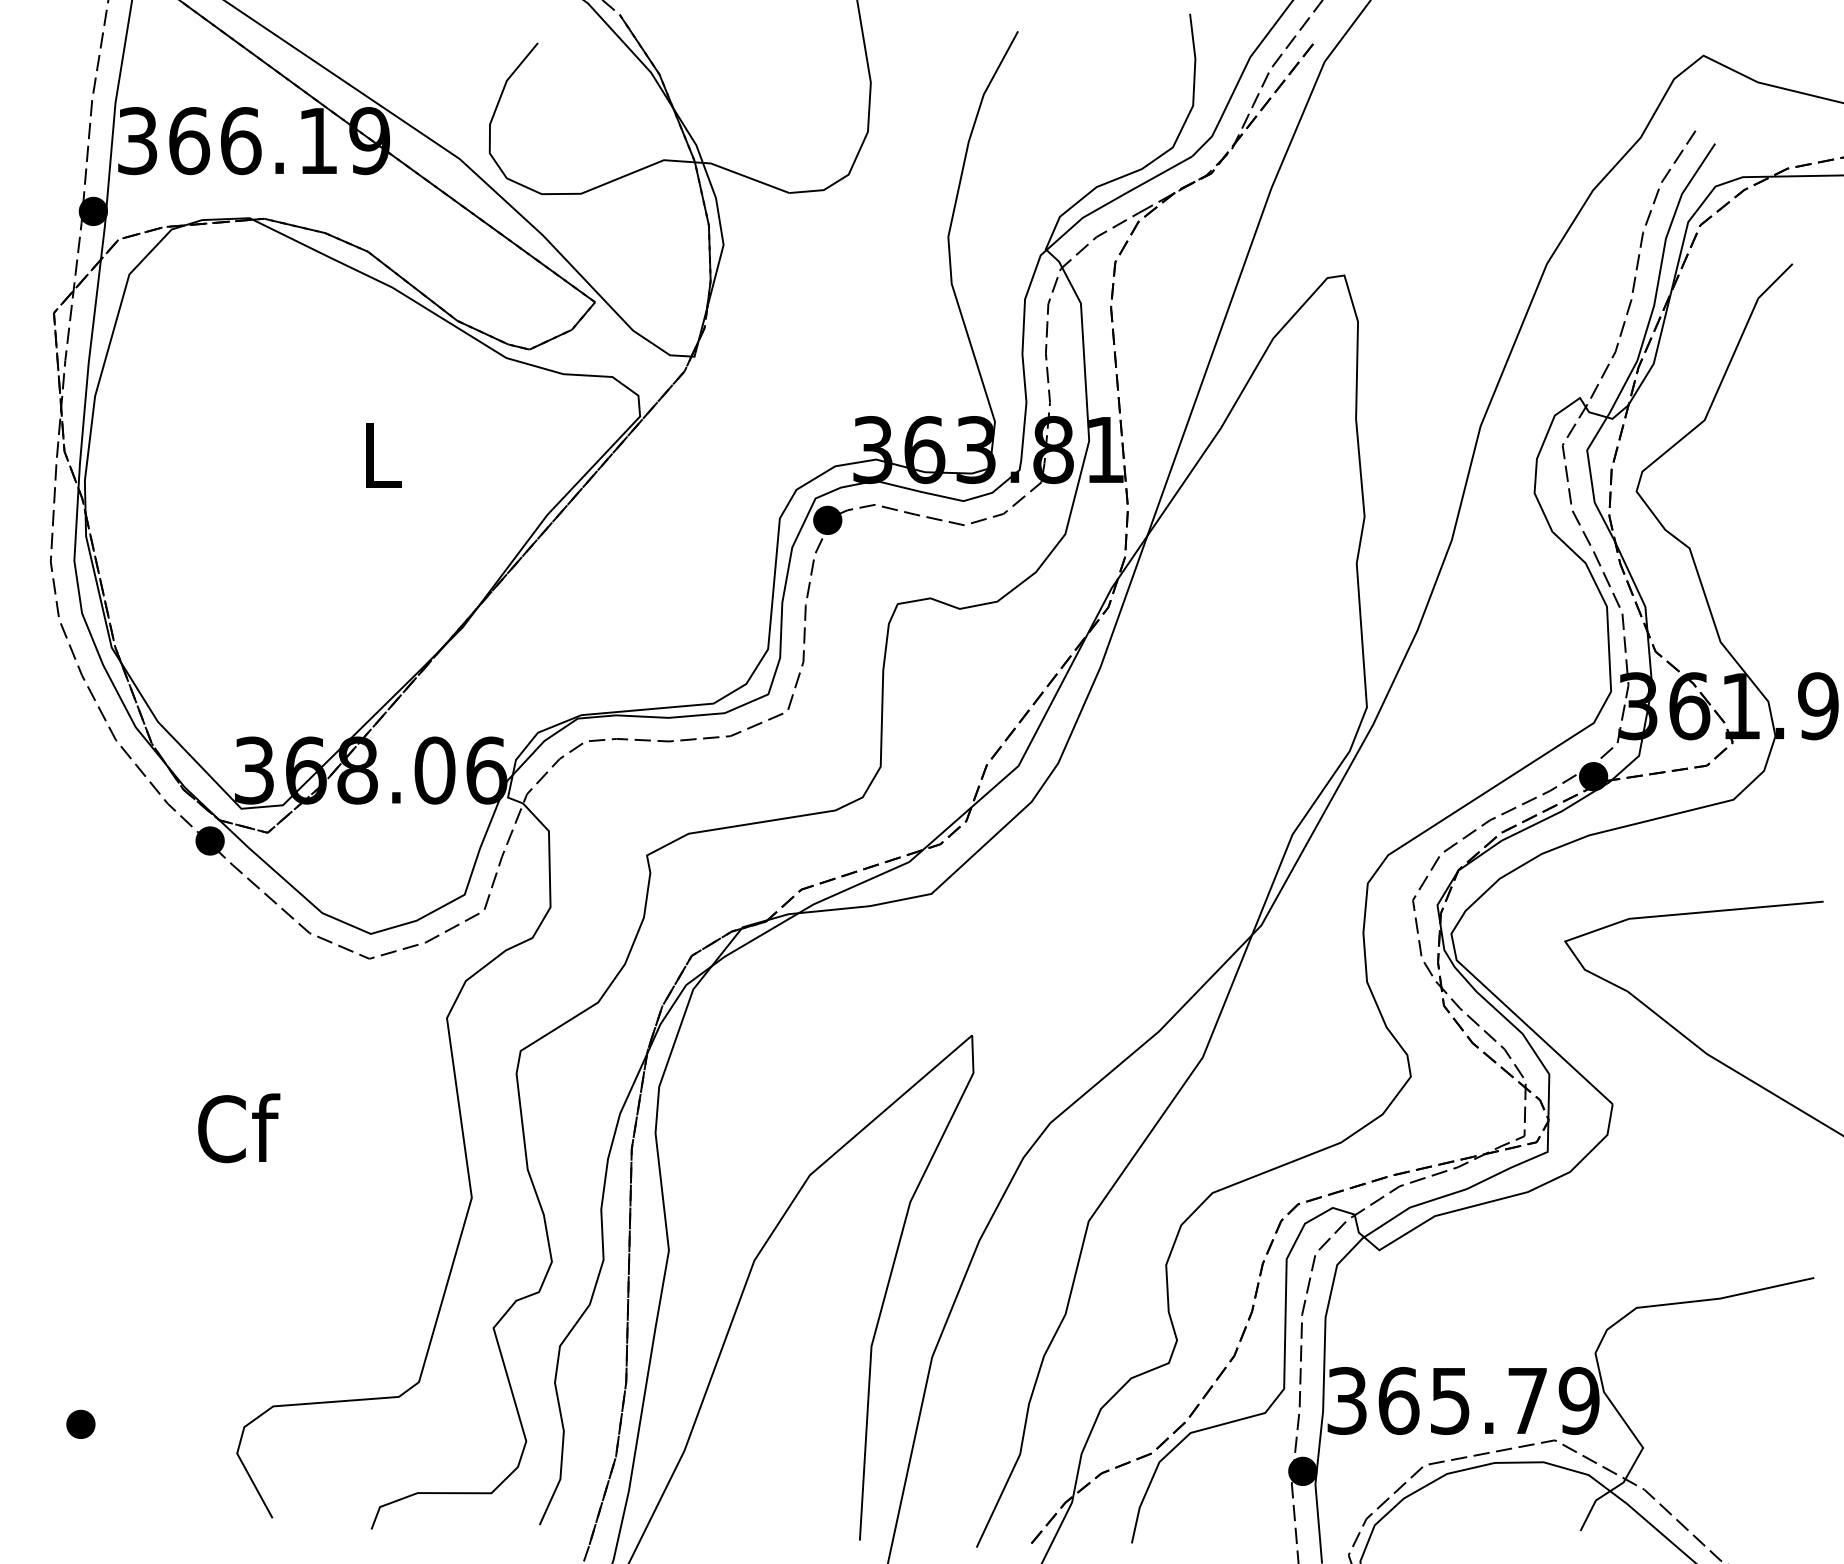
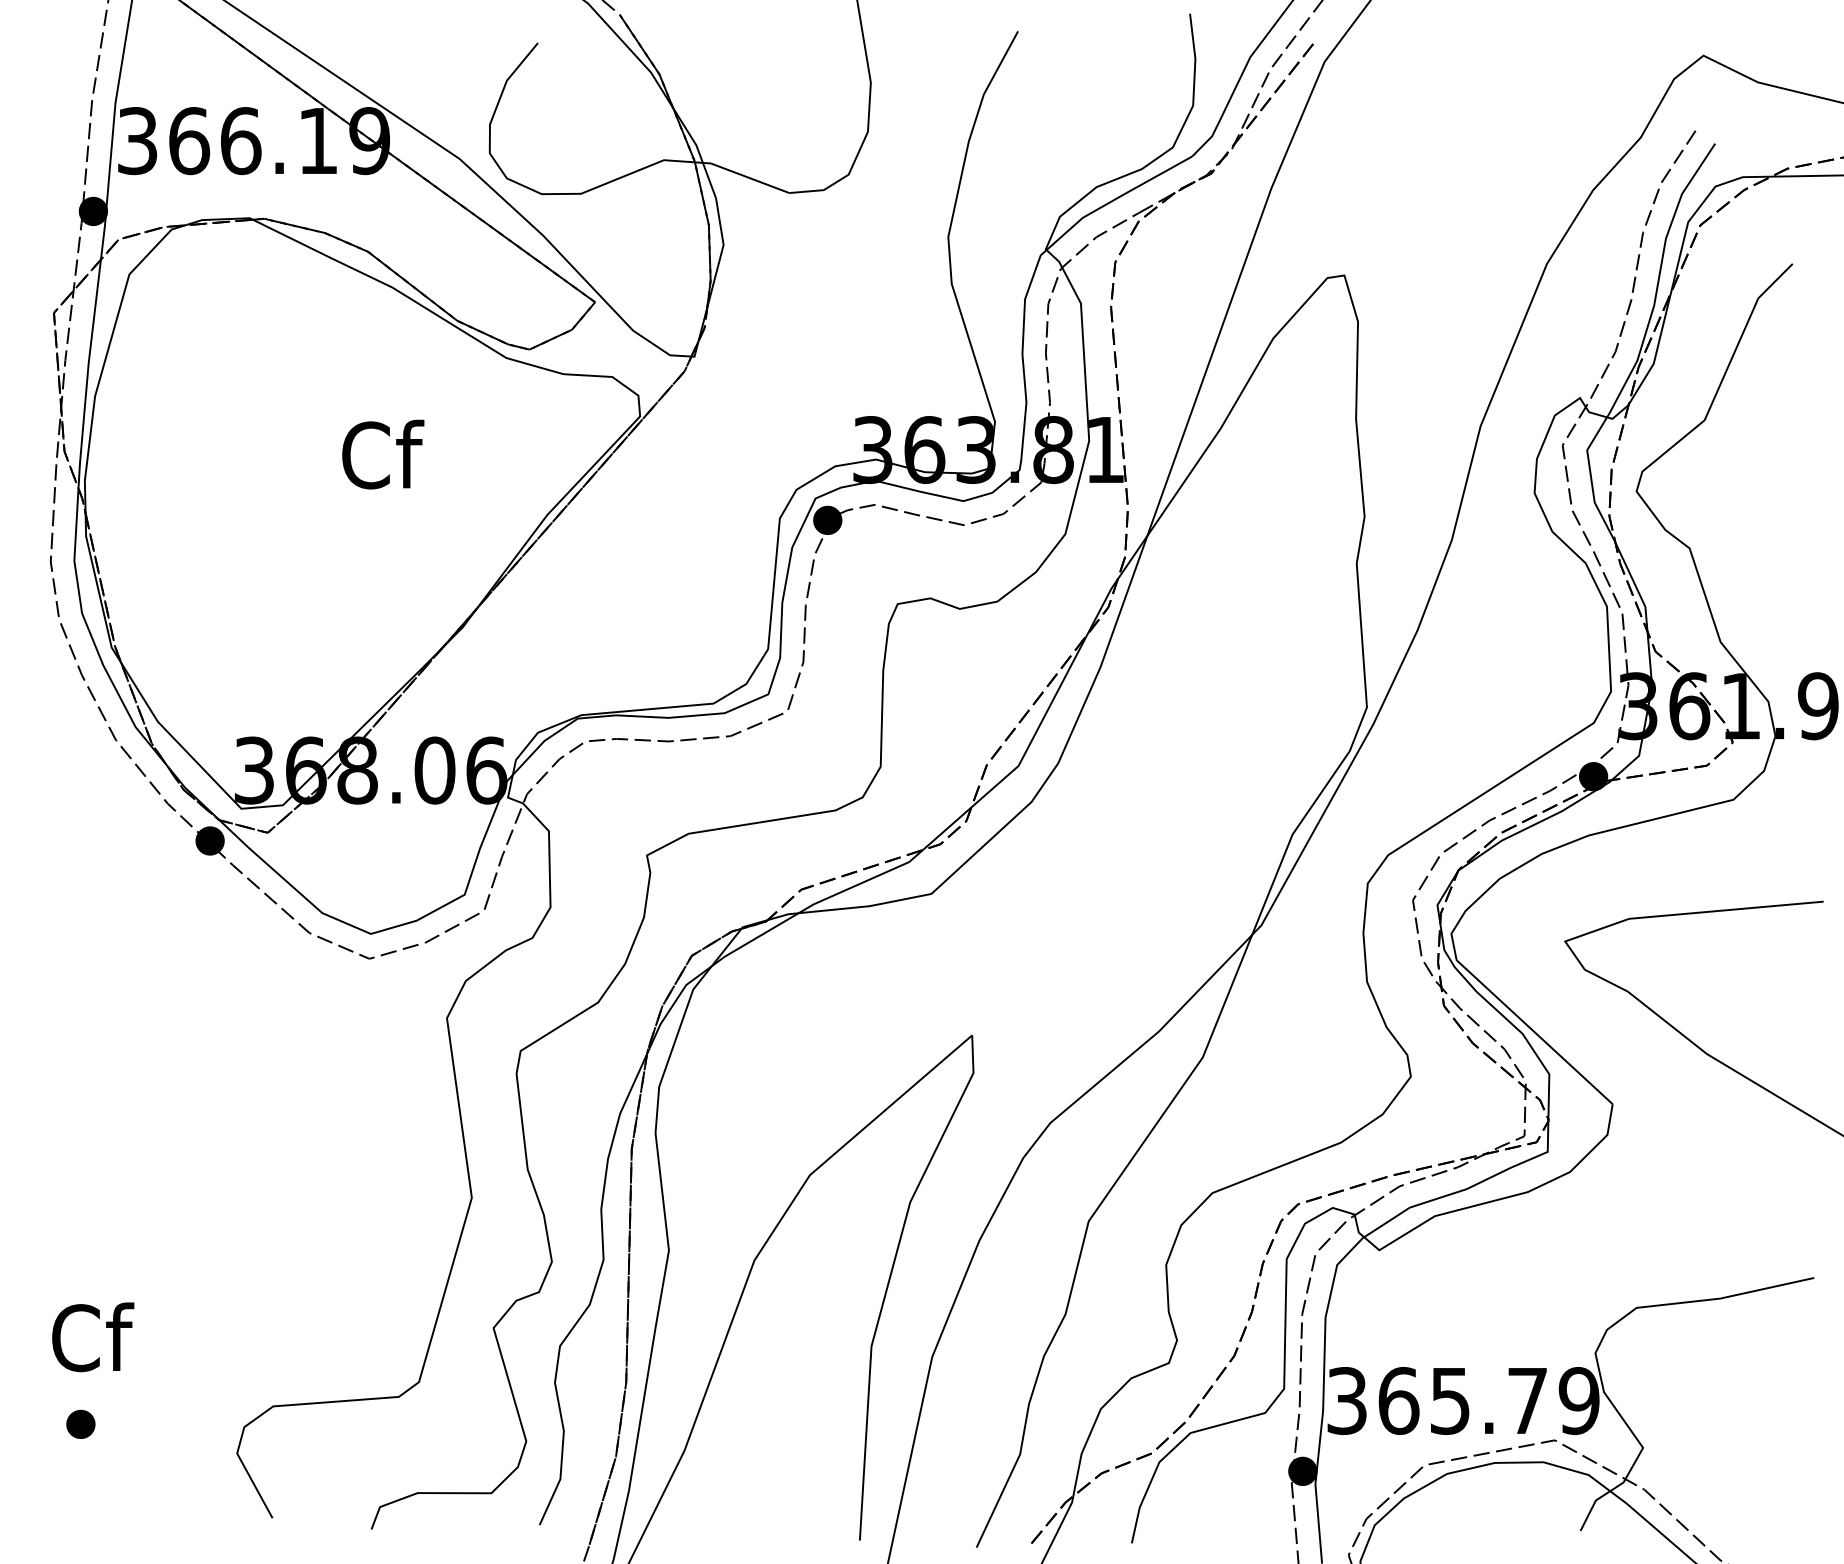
text at (383, 454): L -> Cf
text at (239, 1128) position: (239, 1128) -> (93, 1337)
